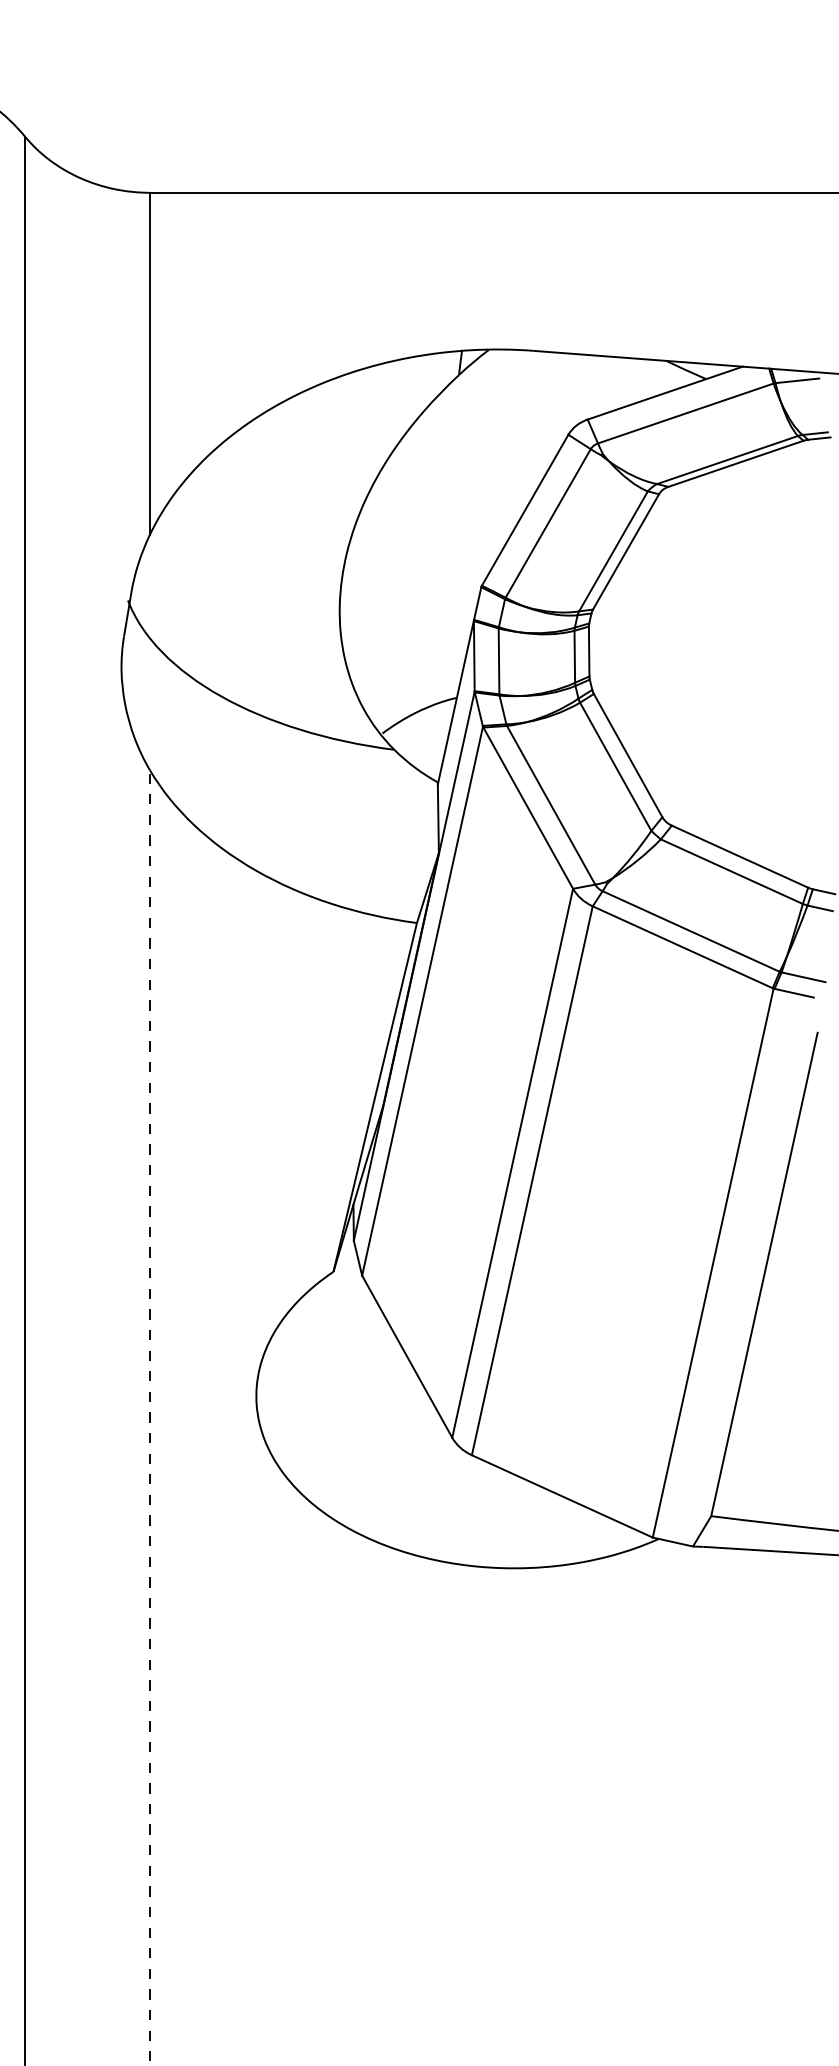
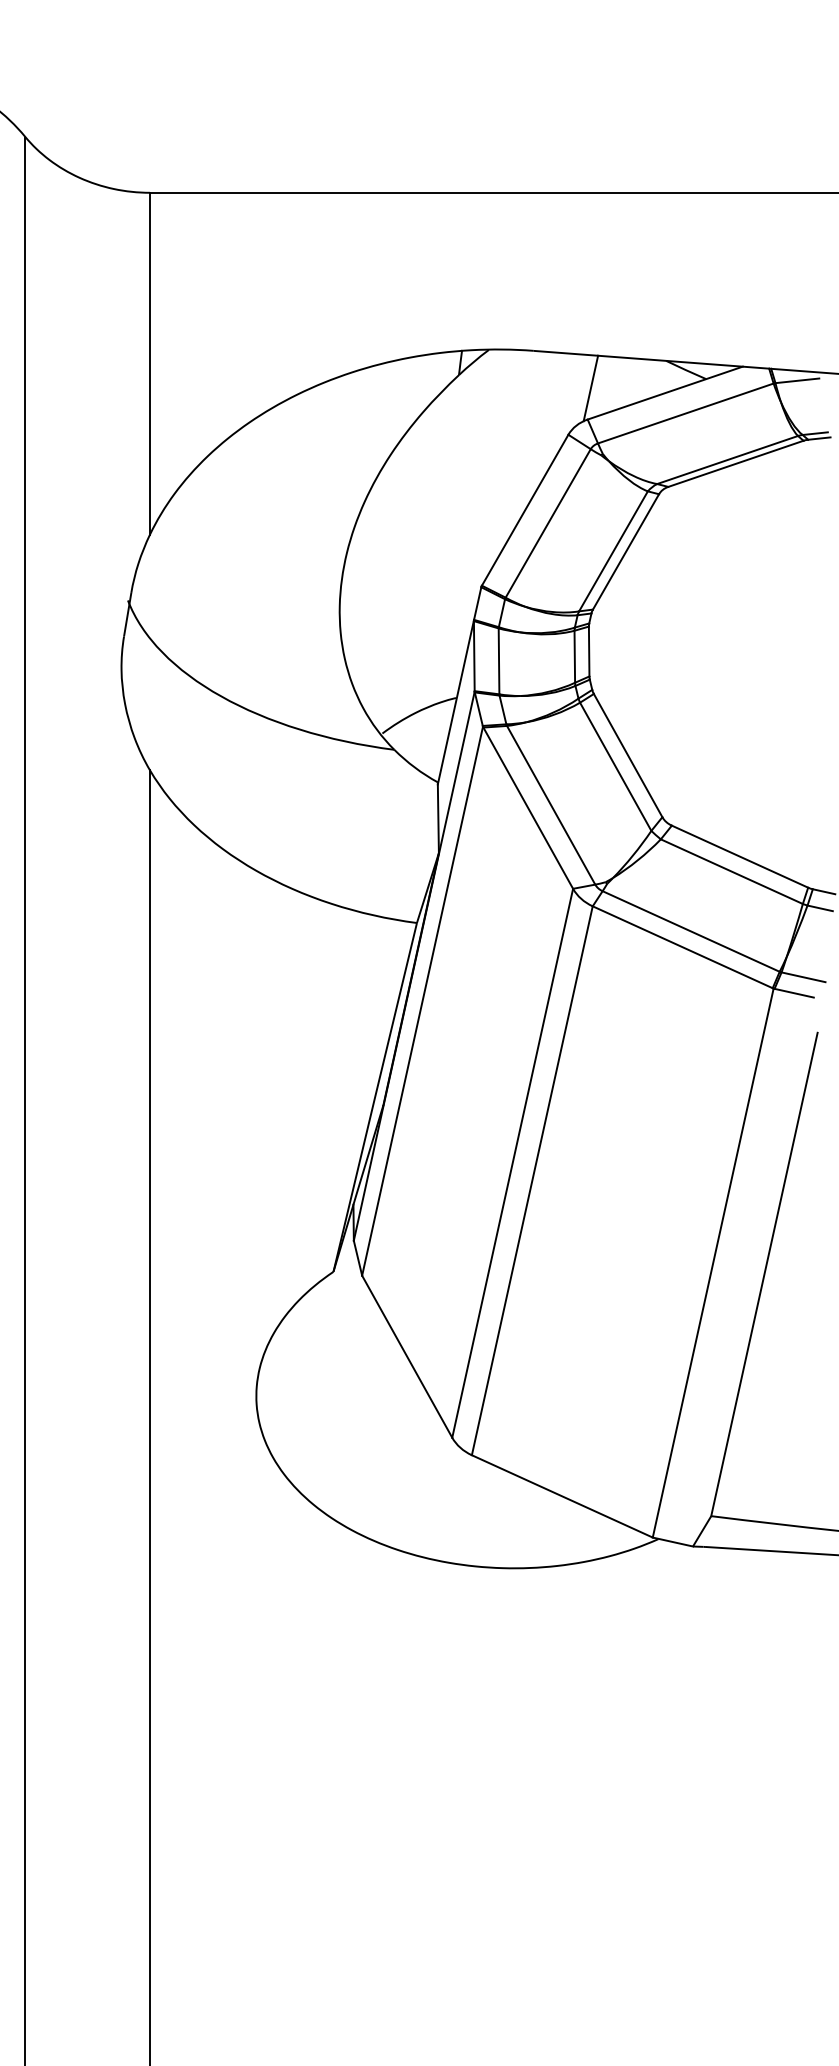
line at (590, 388): none -> present
line at (150, 1417): dashed -> solid
